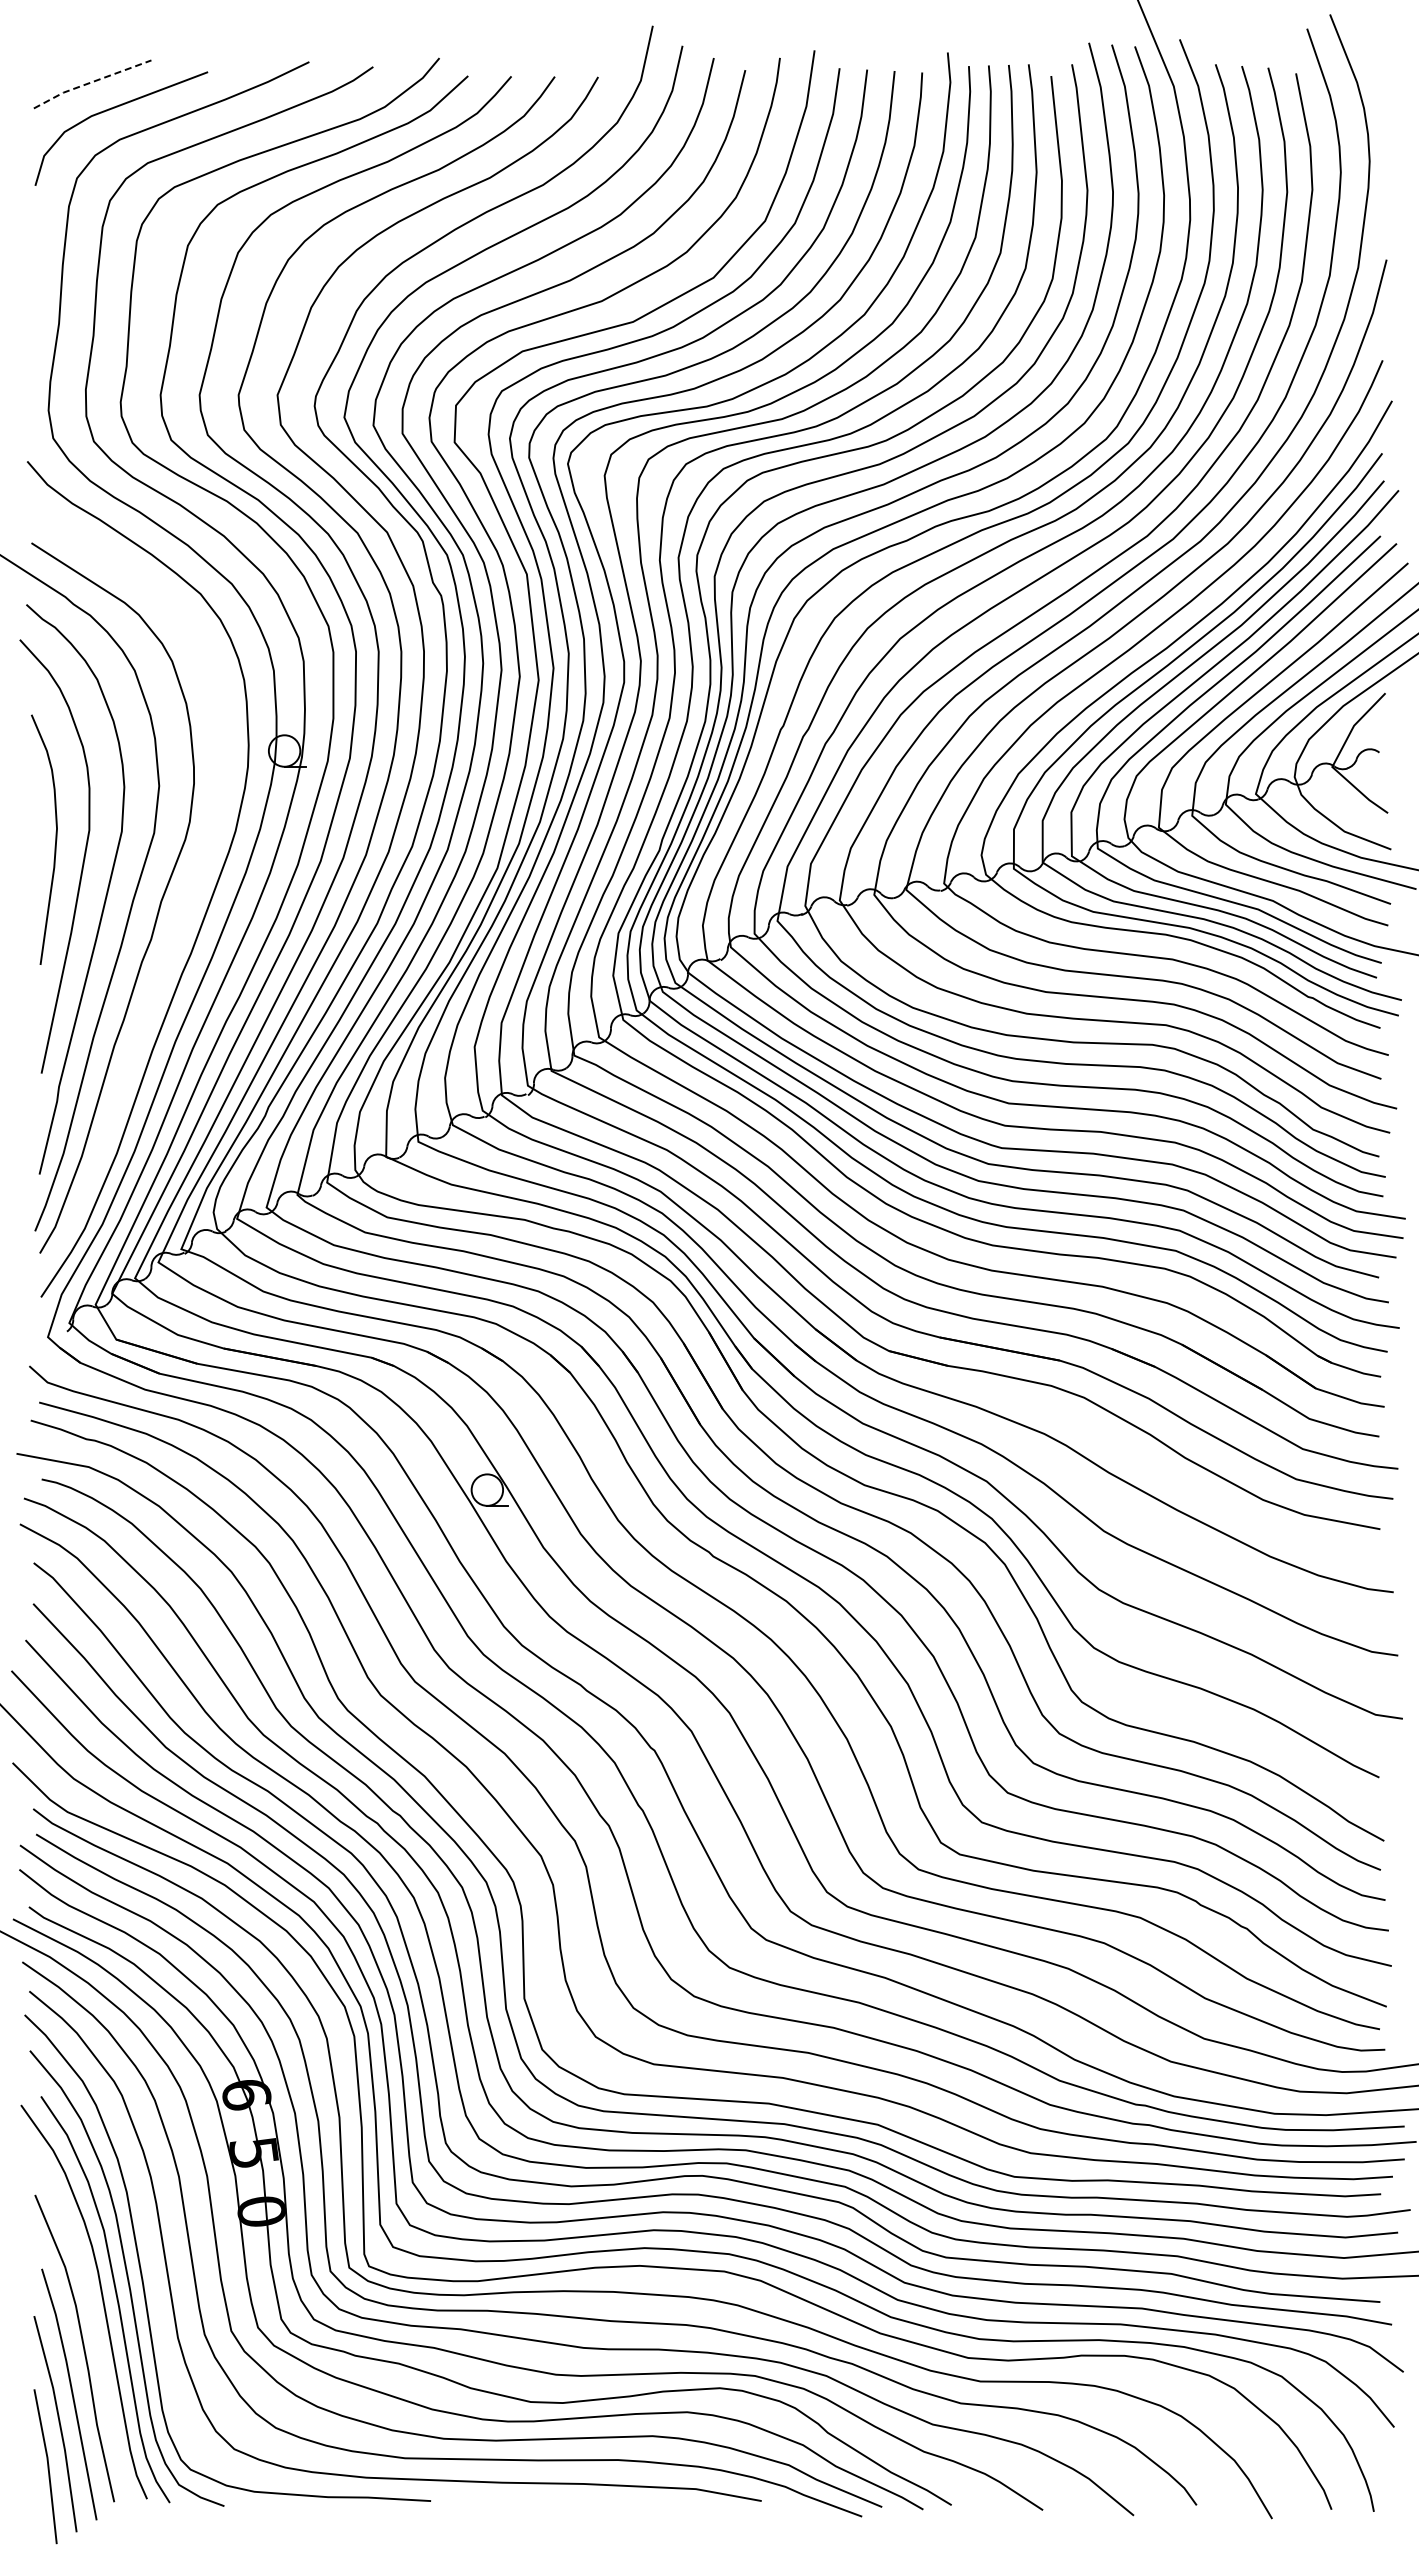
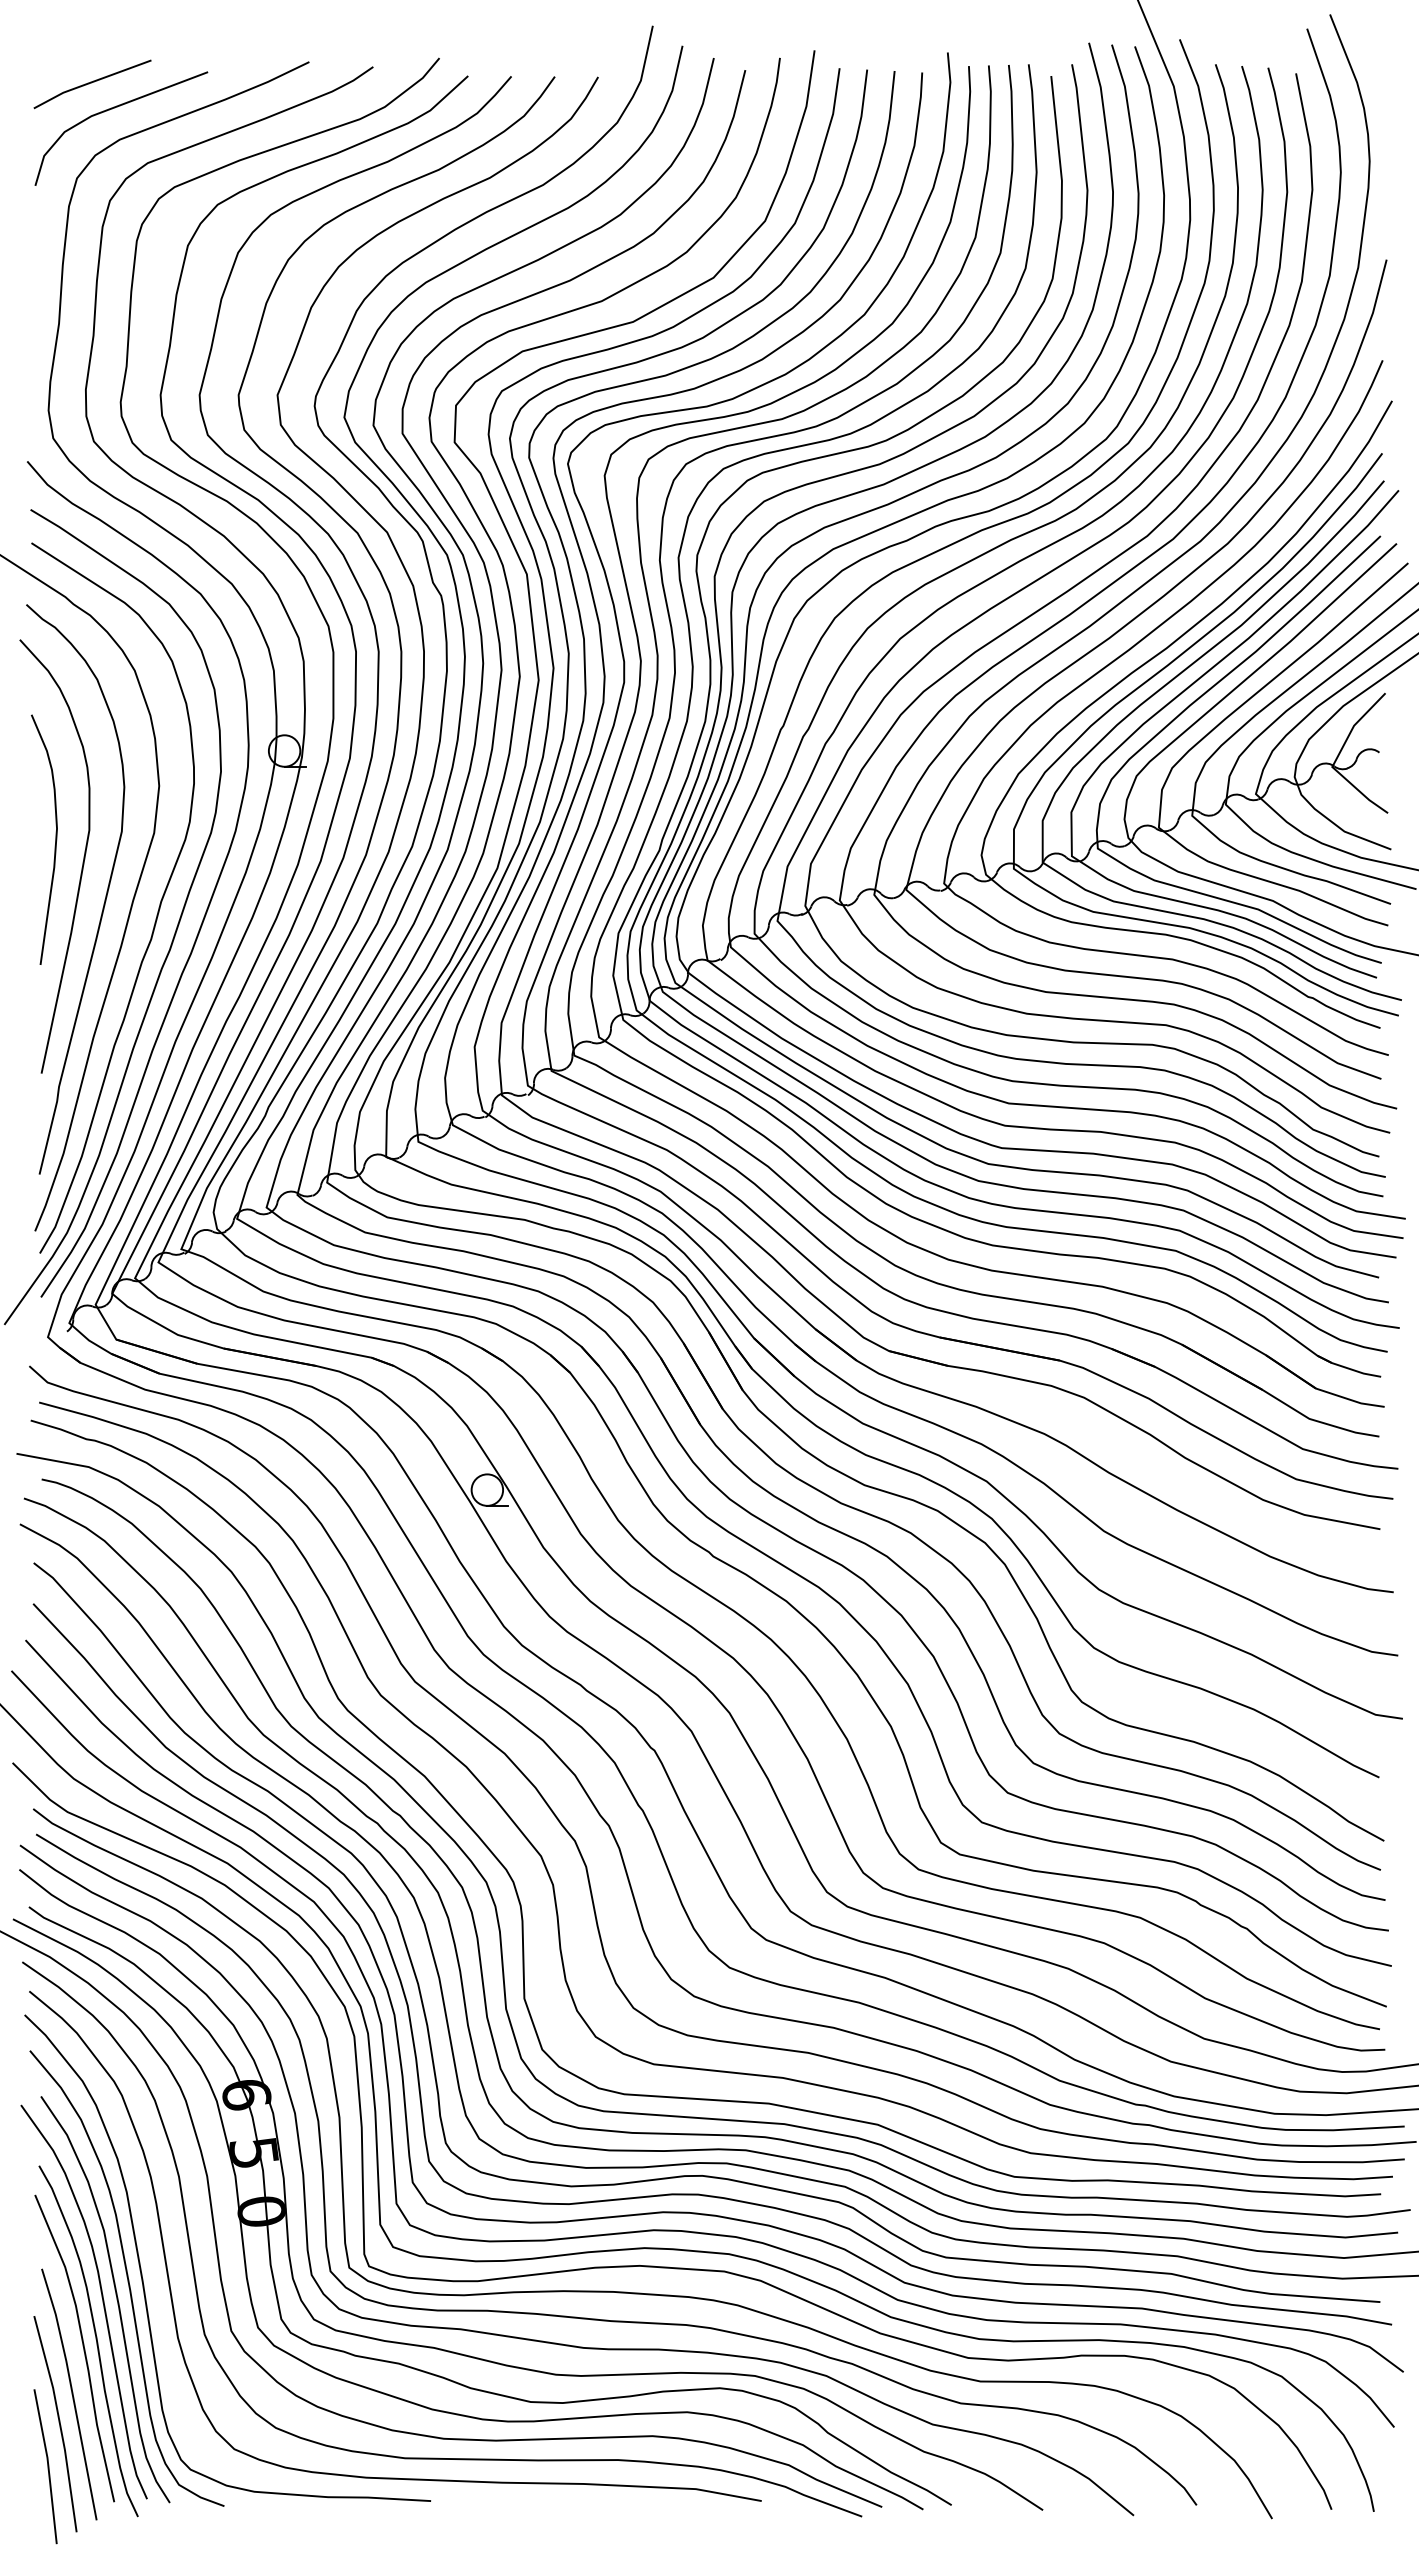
line at (91, 82): dashed -> solid
curve at (172, 938): none -> present
curve at (95, 2339): none -> present
